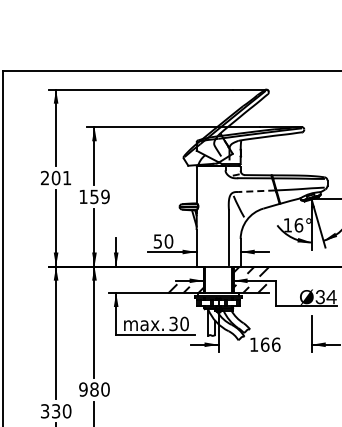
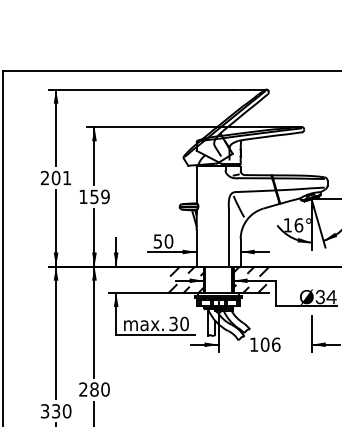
line at (256, 191): dashed -> solid
hatch at (186, 271): none -> present
text at (265, 344): 166 -> 106
text at (83, 389): 980 -> 280
